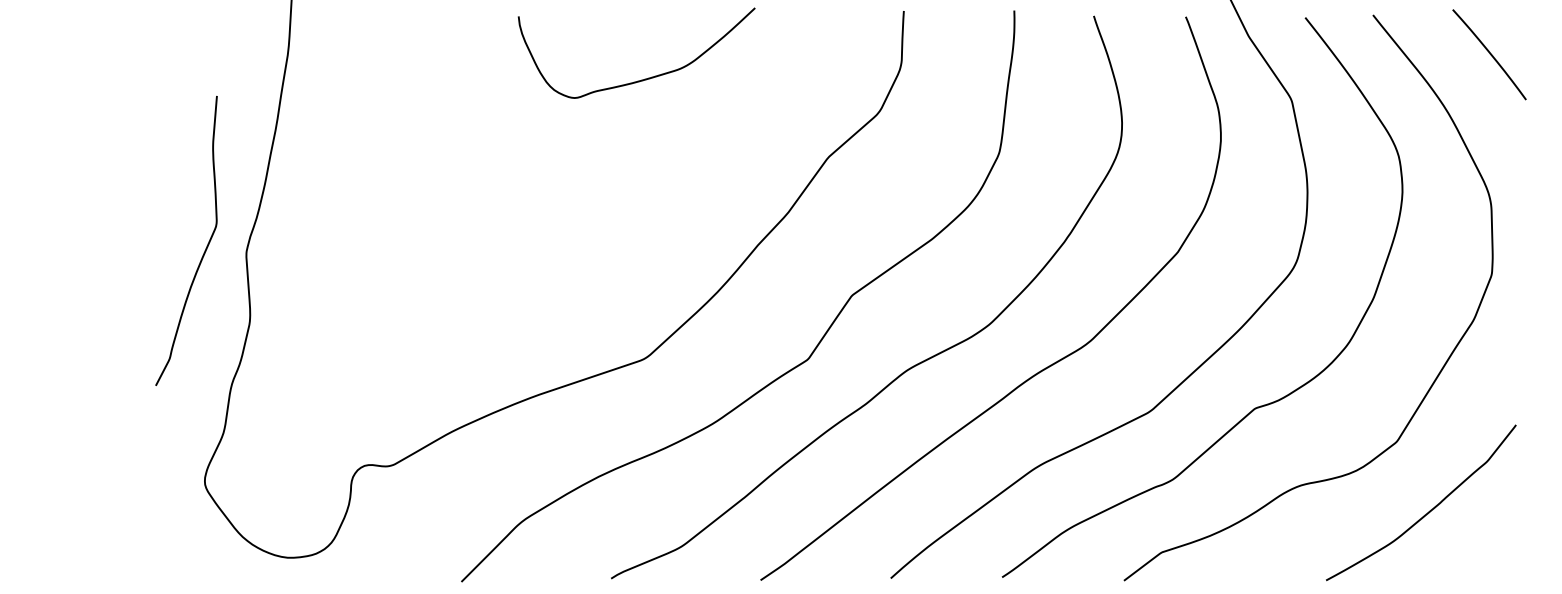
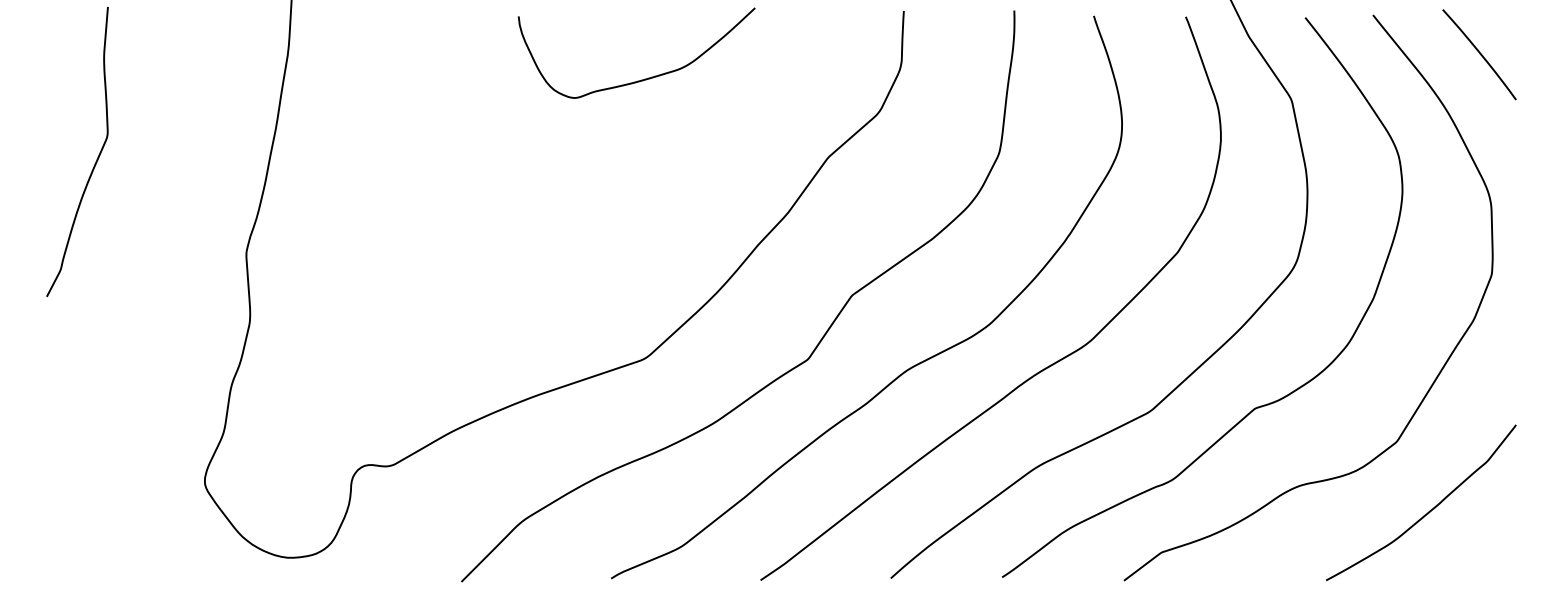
curve at (1489, 54) position: (1489, 54) -> (1479, 54)
curve at (204, 250) position: (204, 250) -> (95, 161)
